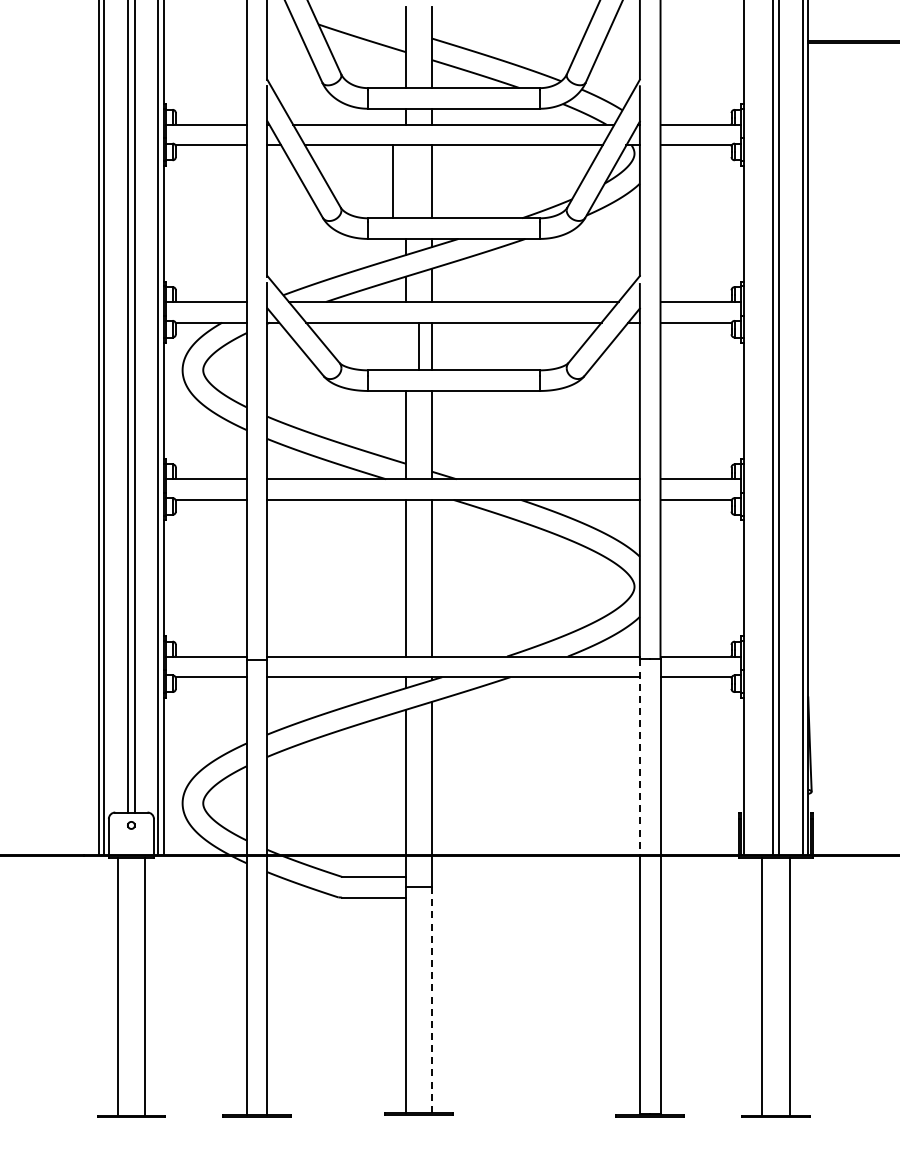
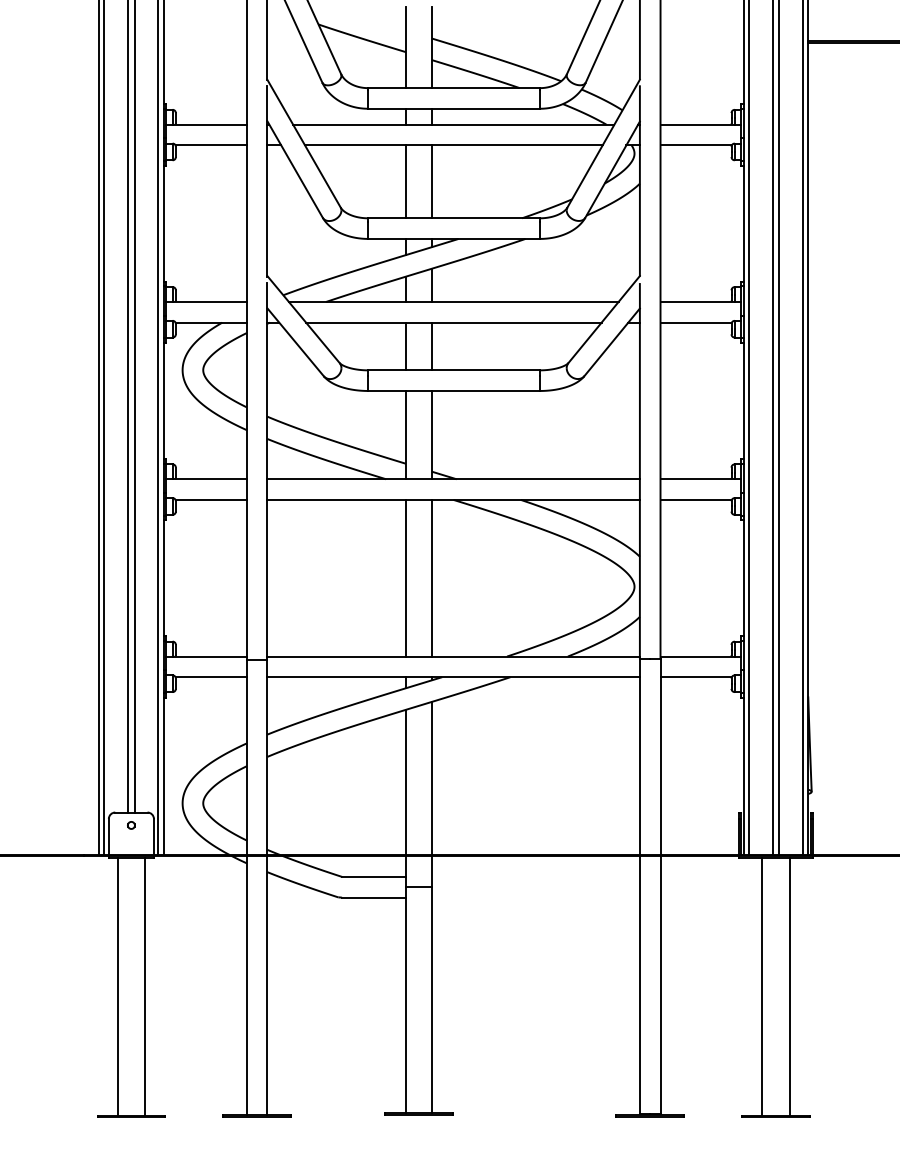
line at (393, 181) position: (393, 181) -> (406, 181)
line at (419, 346) position: (419, 346) -> (406, 346)
line at (748, 428): none -> present
line at (639, 757): dashed -> solid
line at (431, 1000): dashed -> solid
